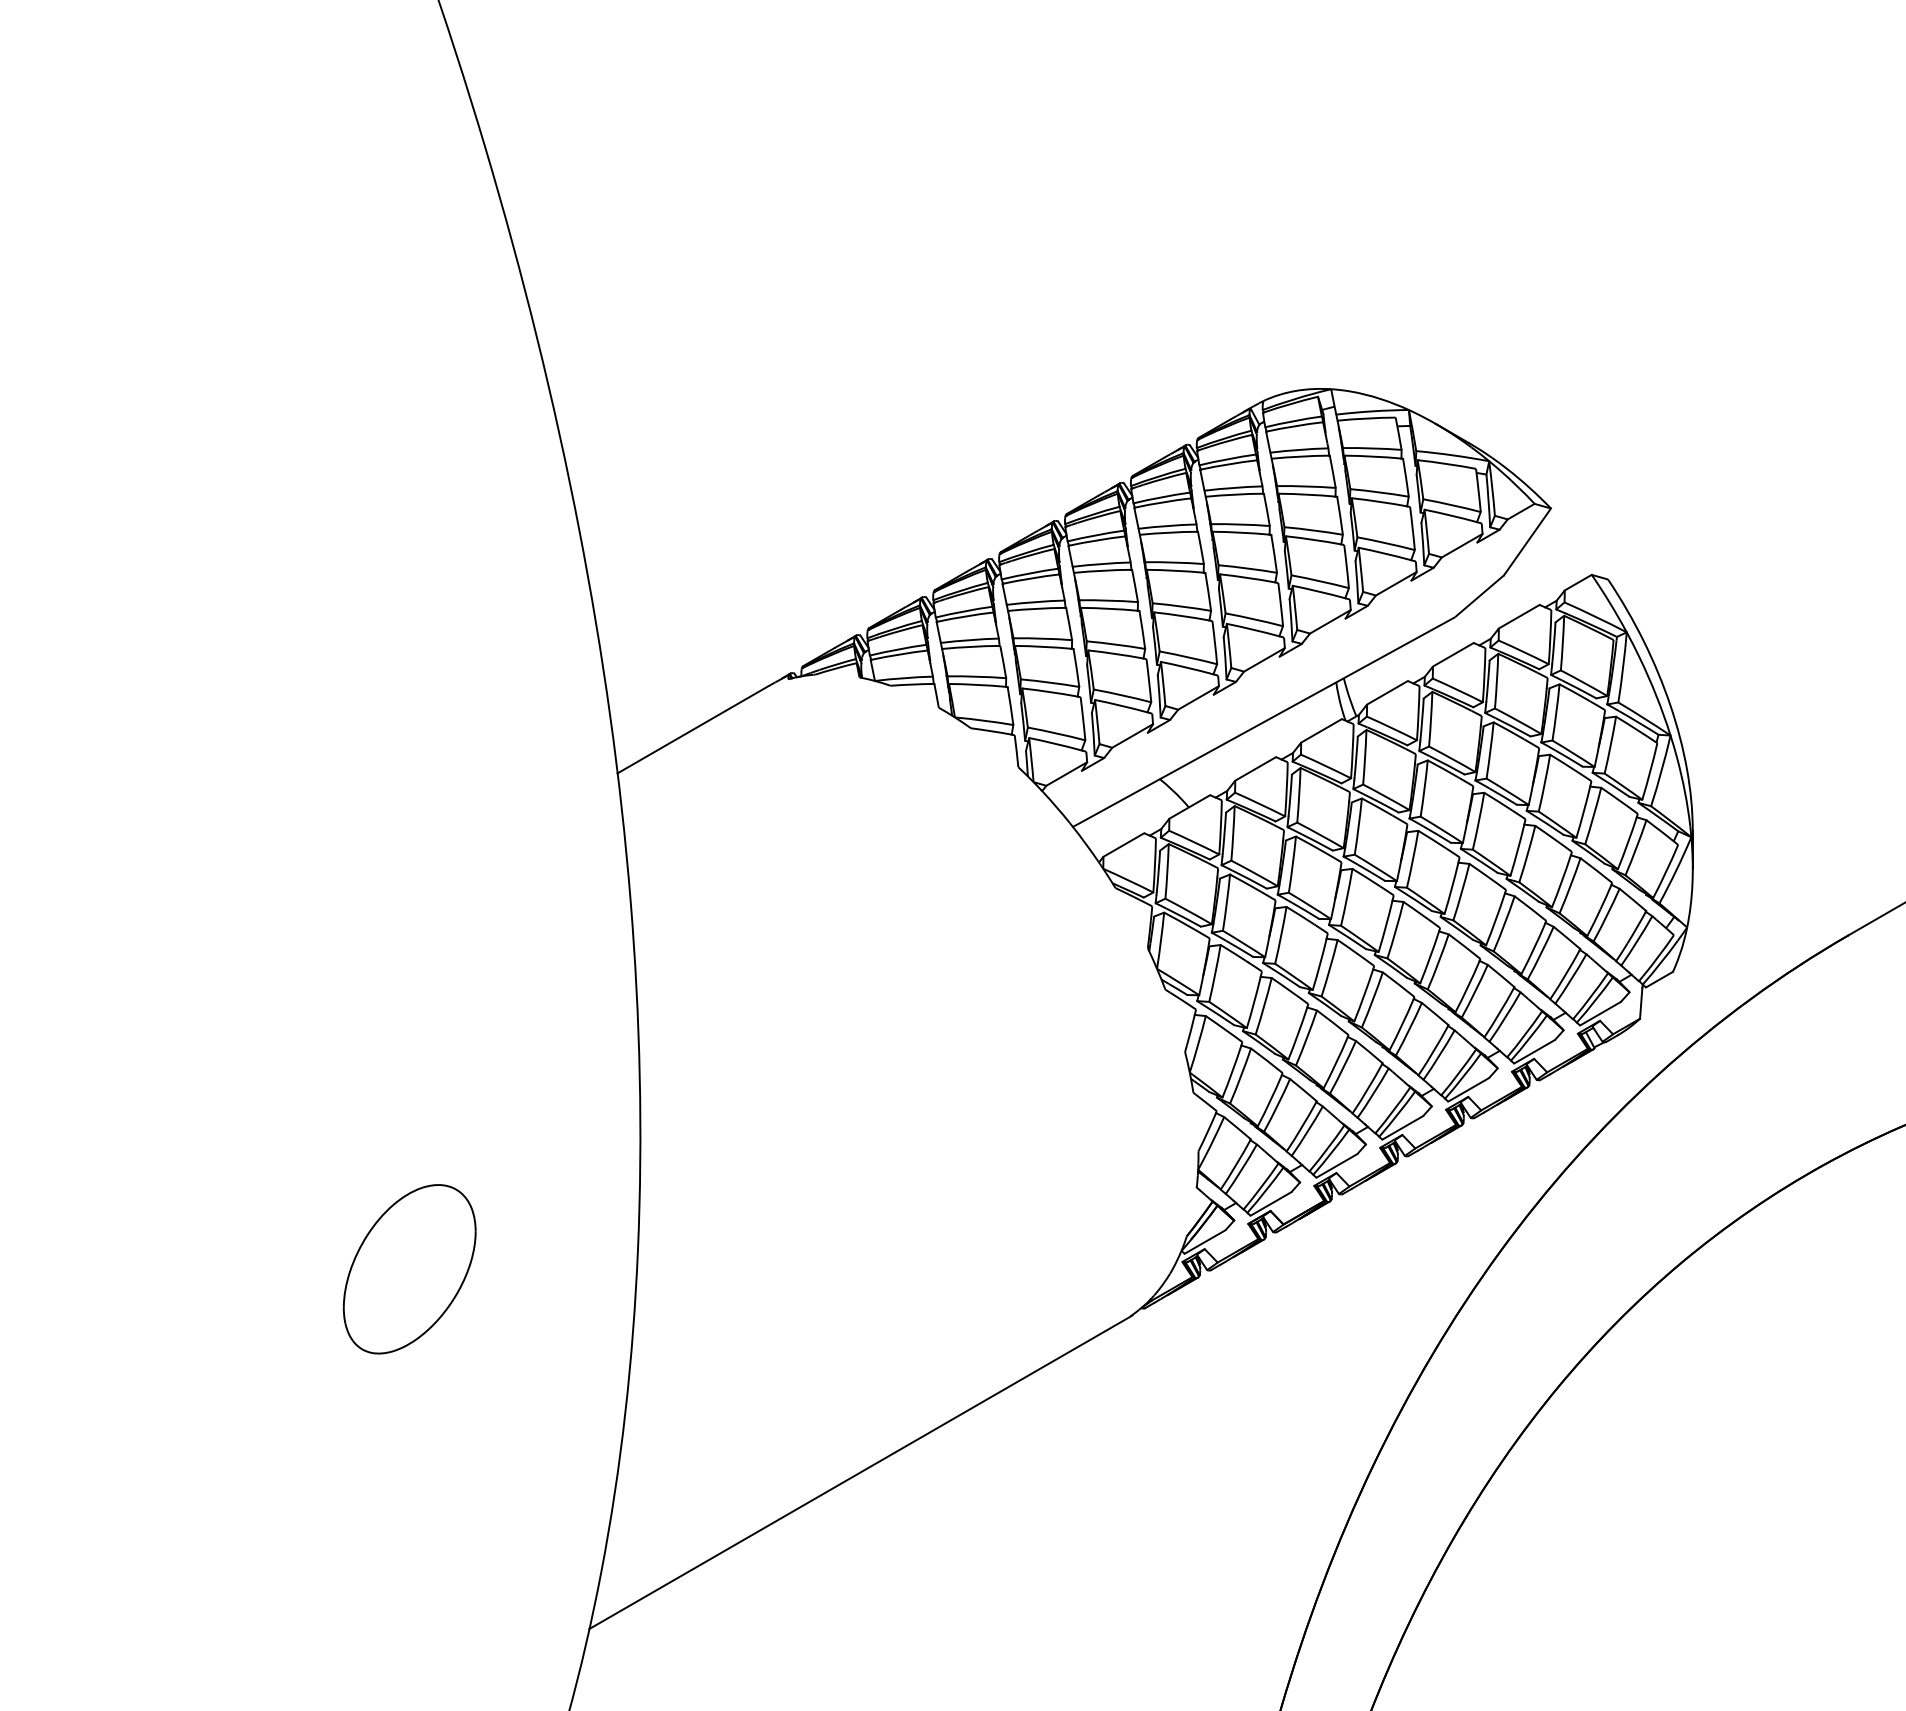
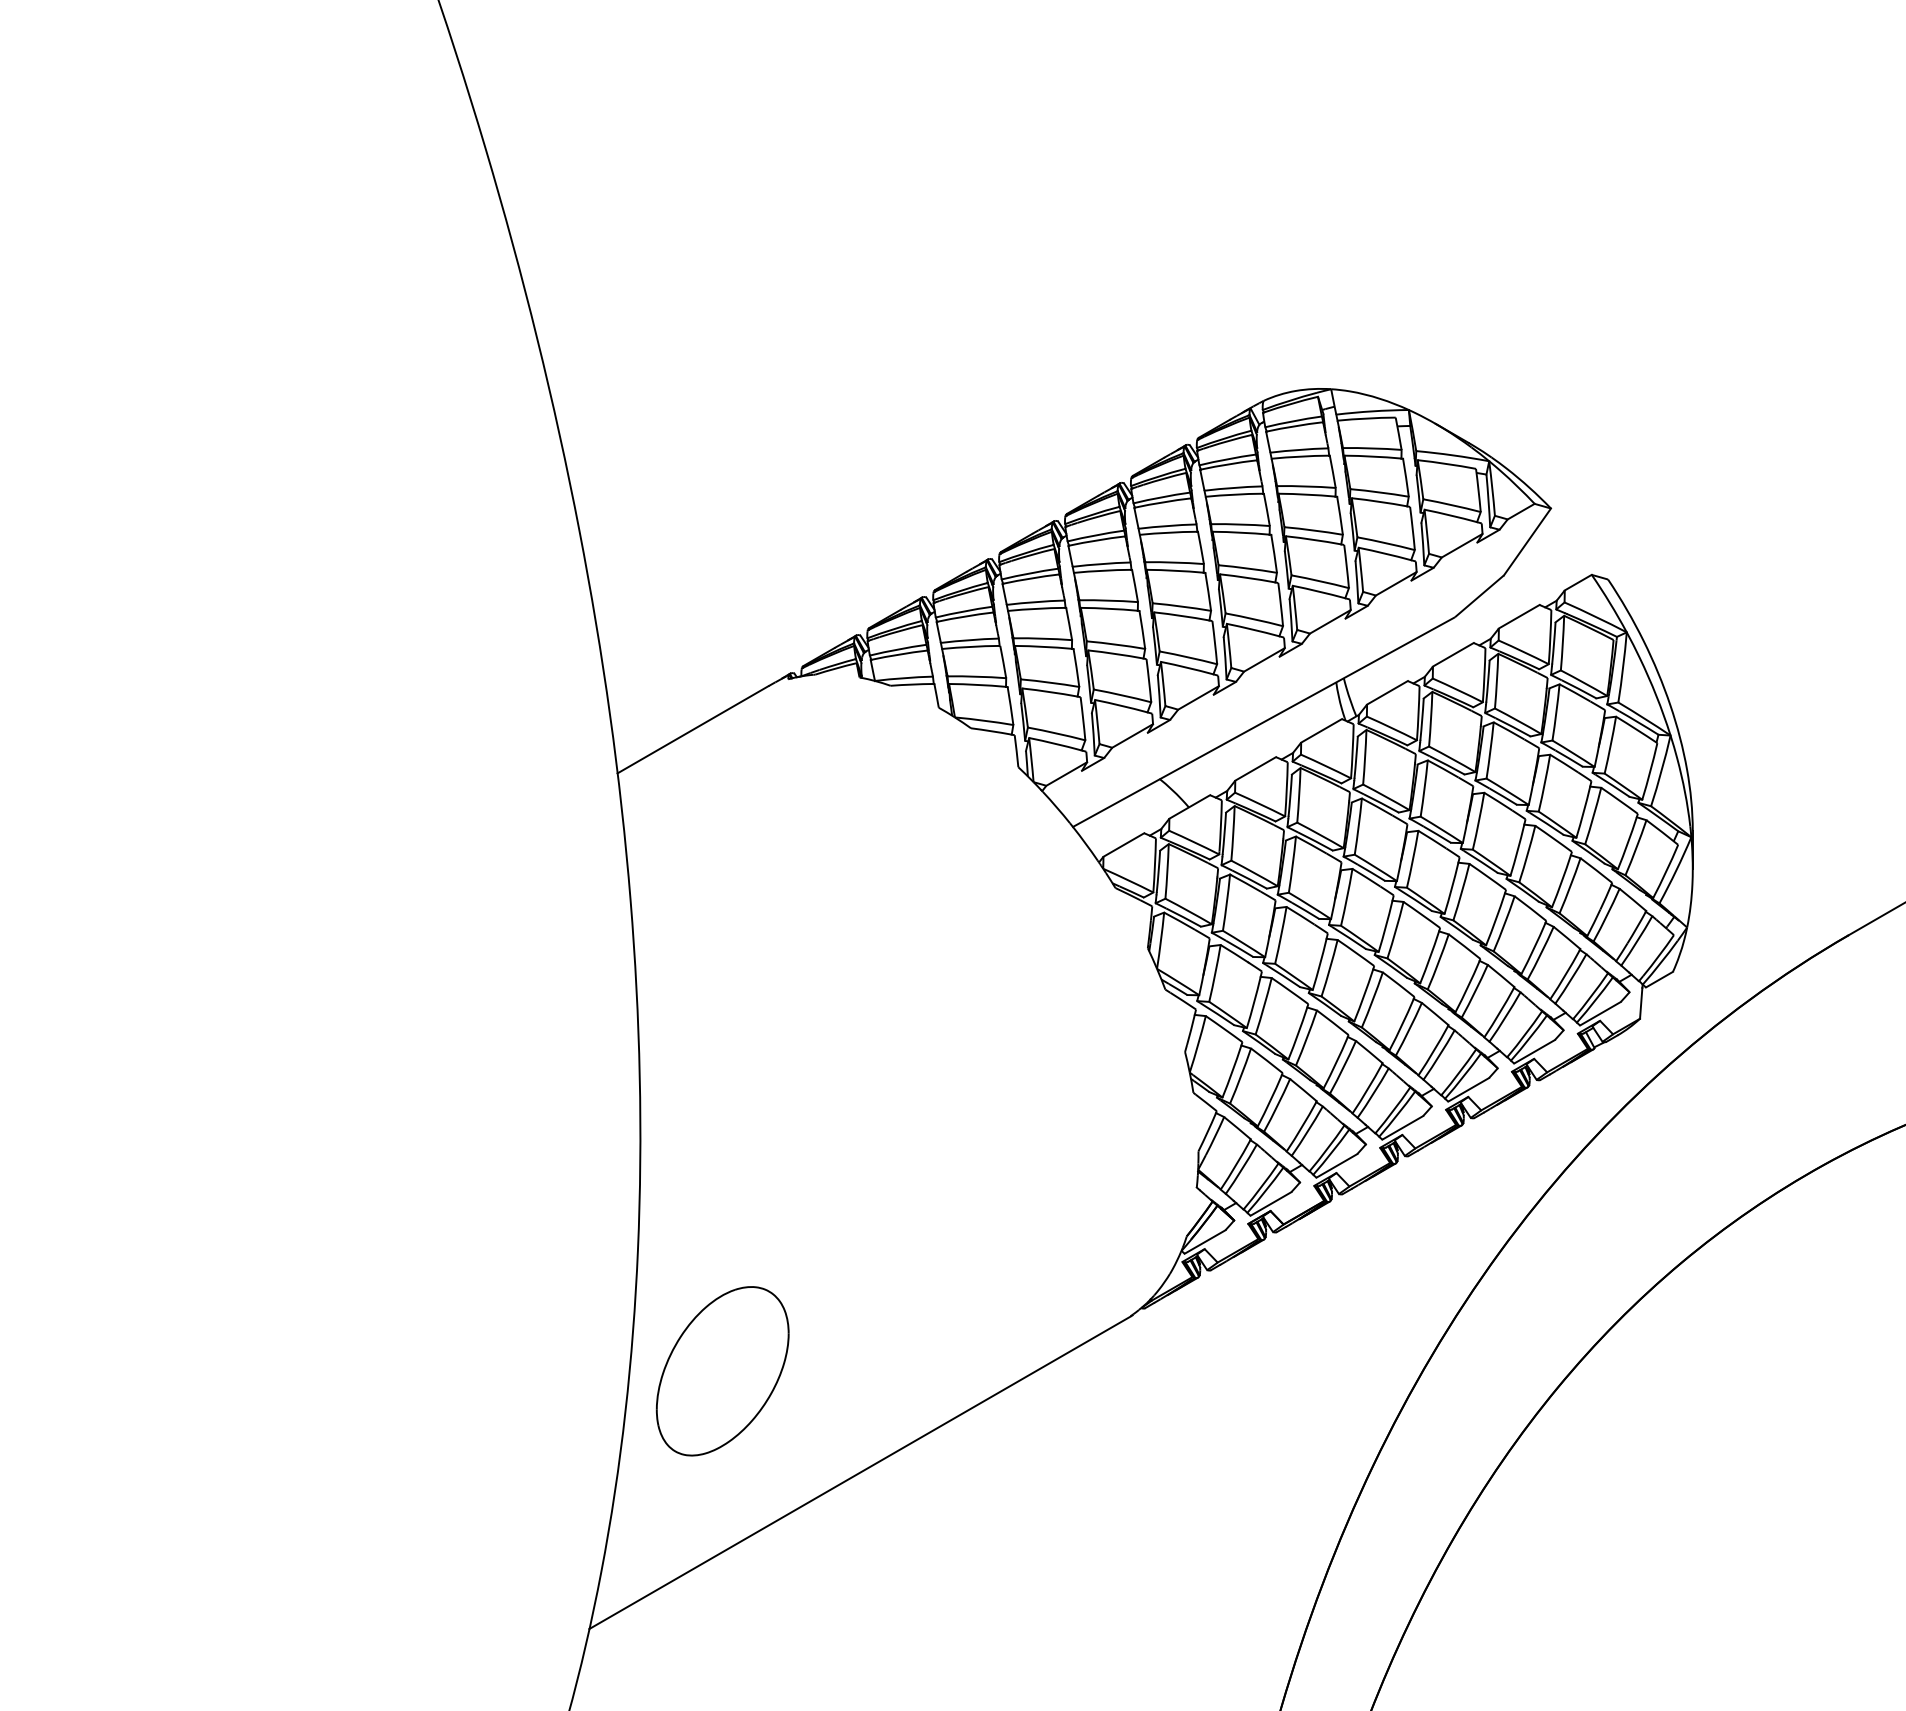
part at (409, 1269) position: (409, 1269) -> (722, 1371)
